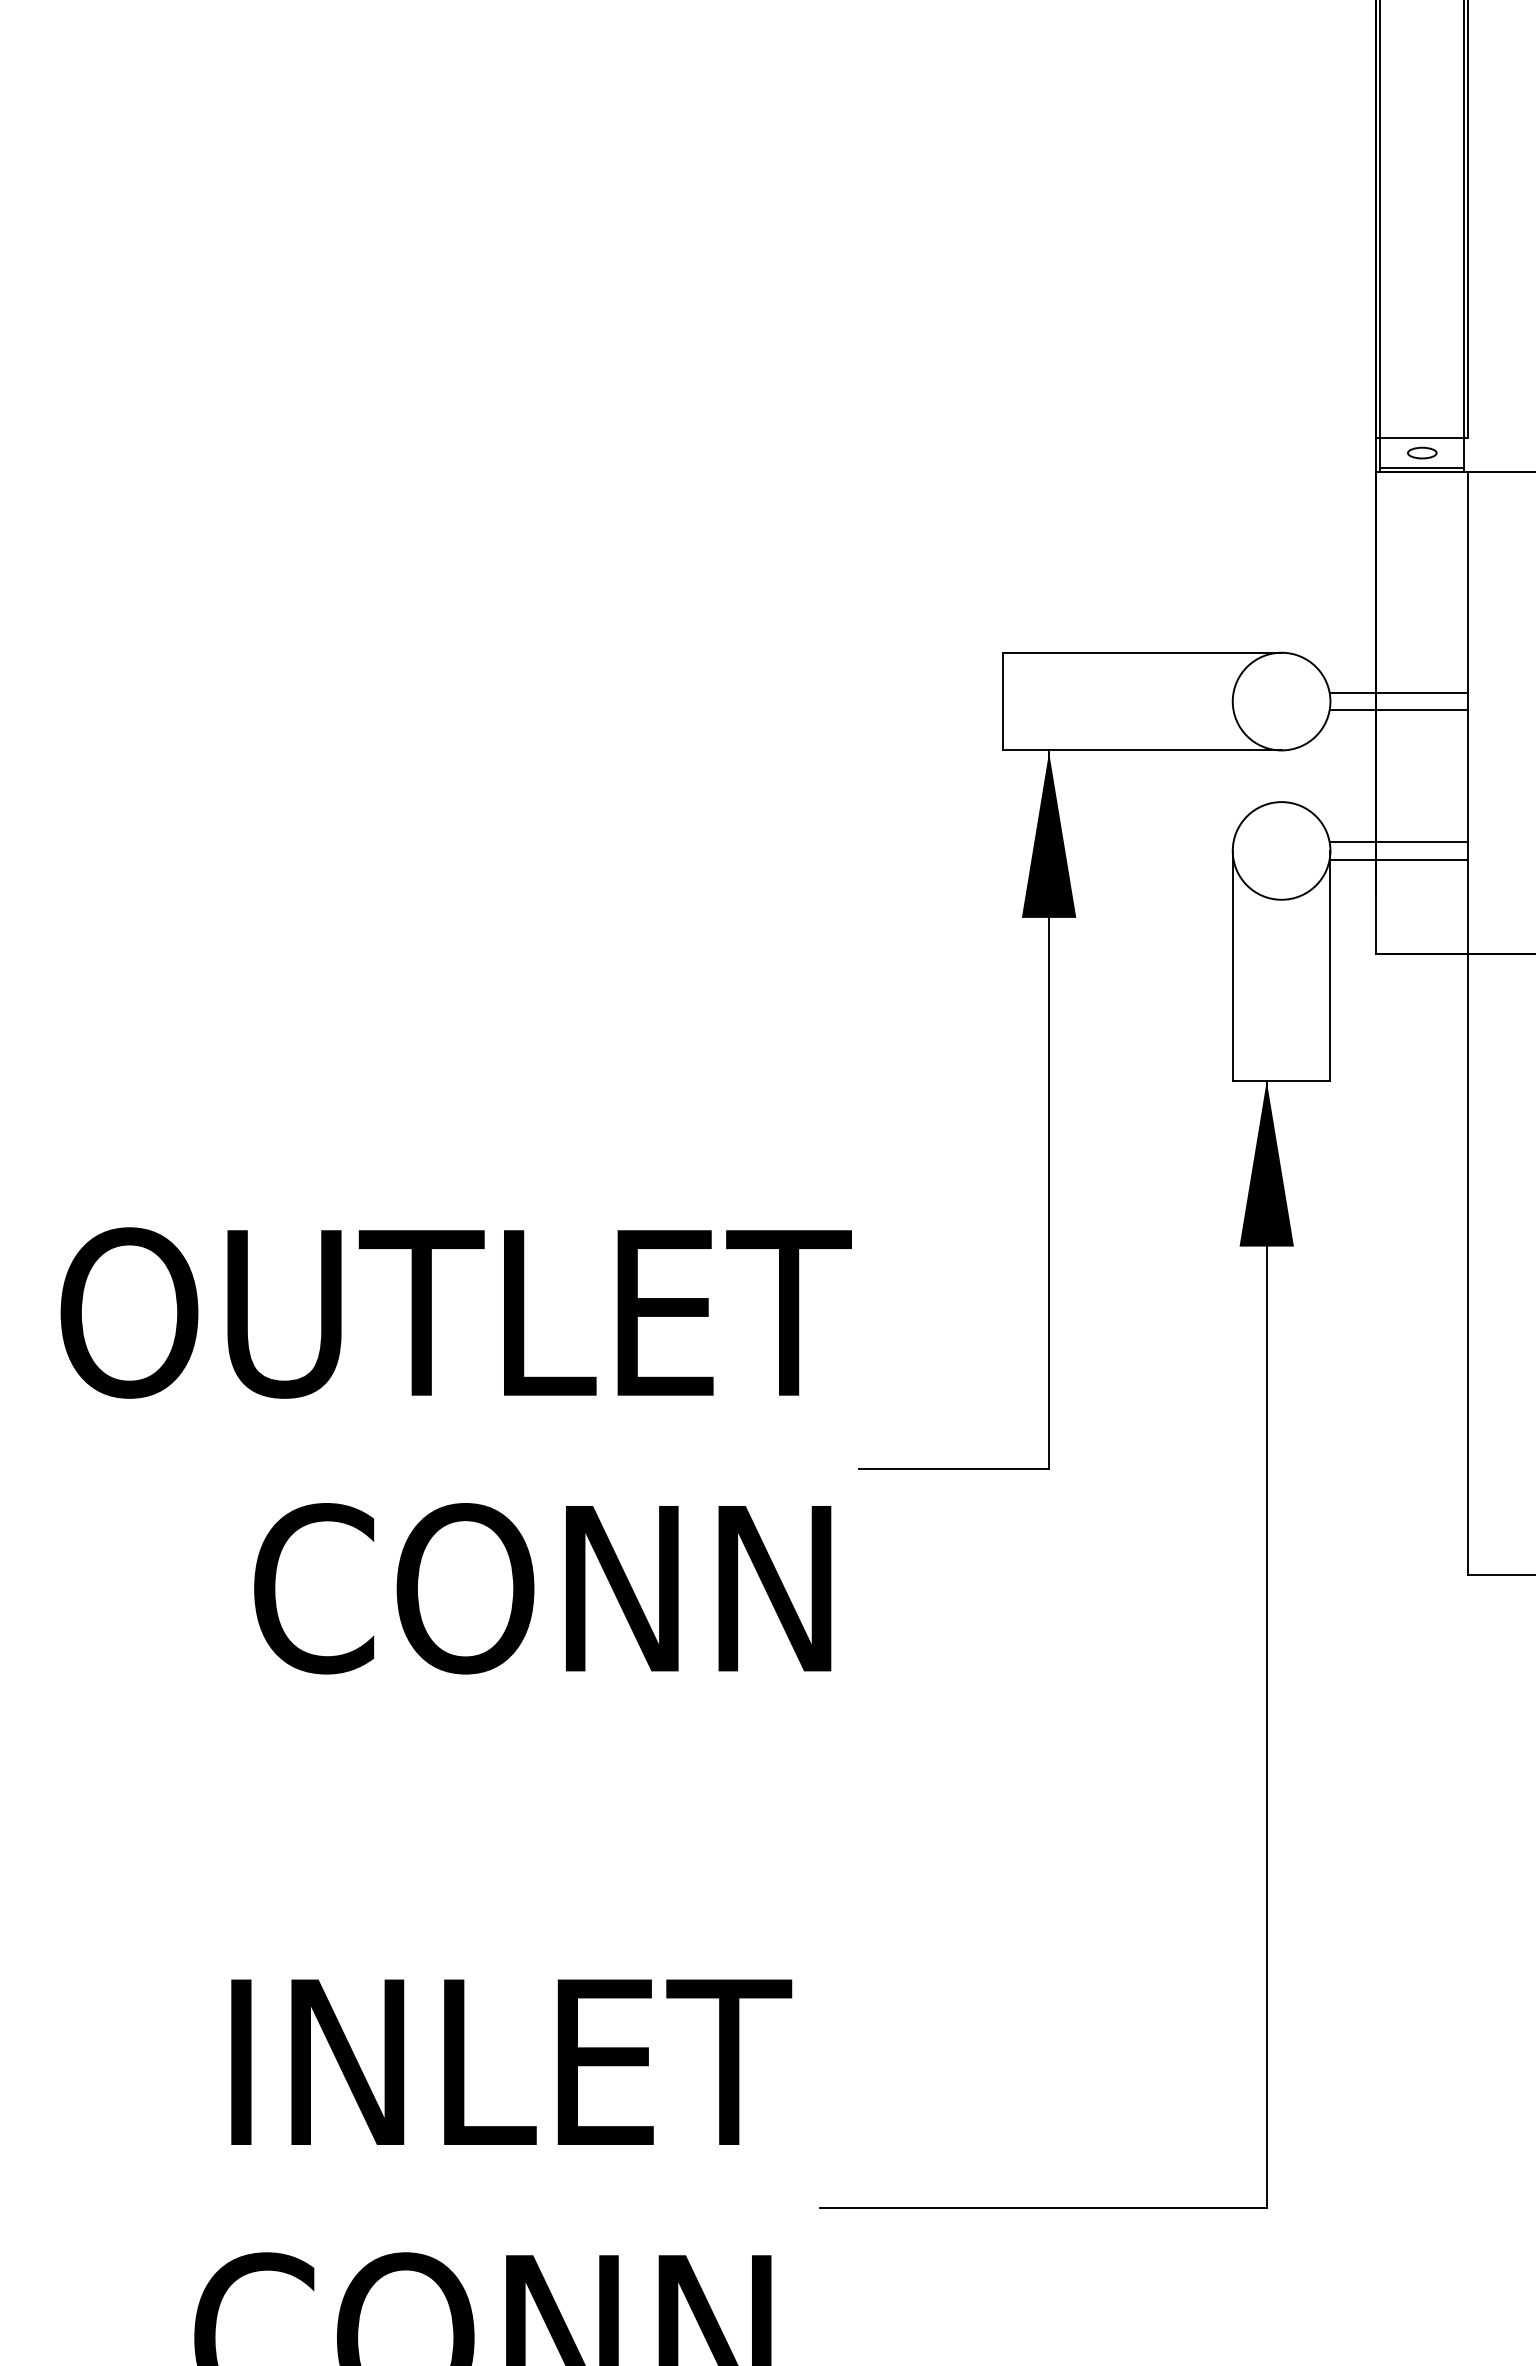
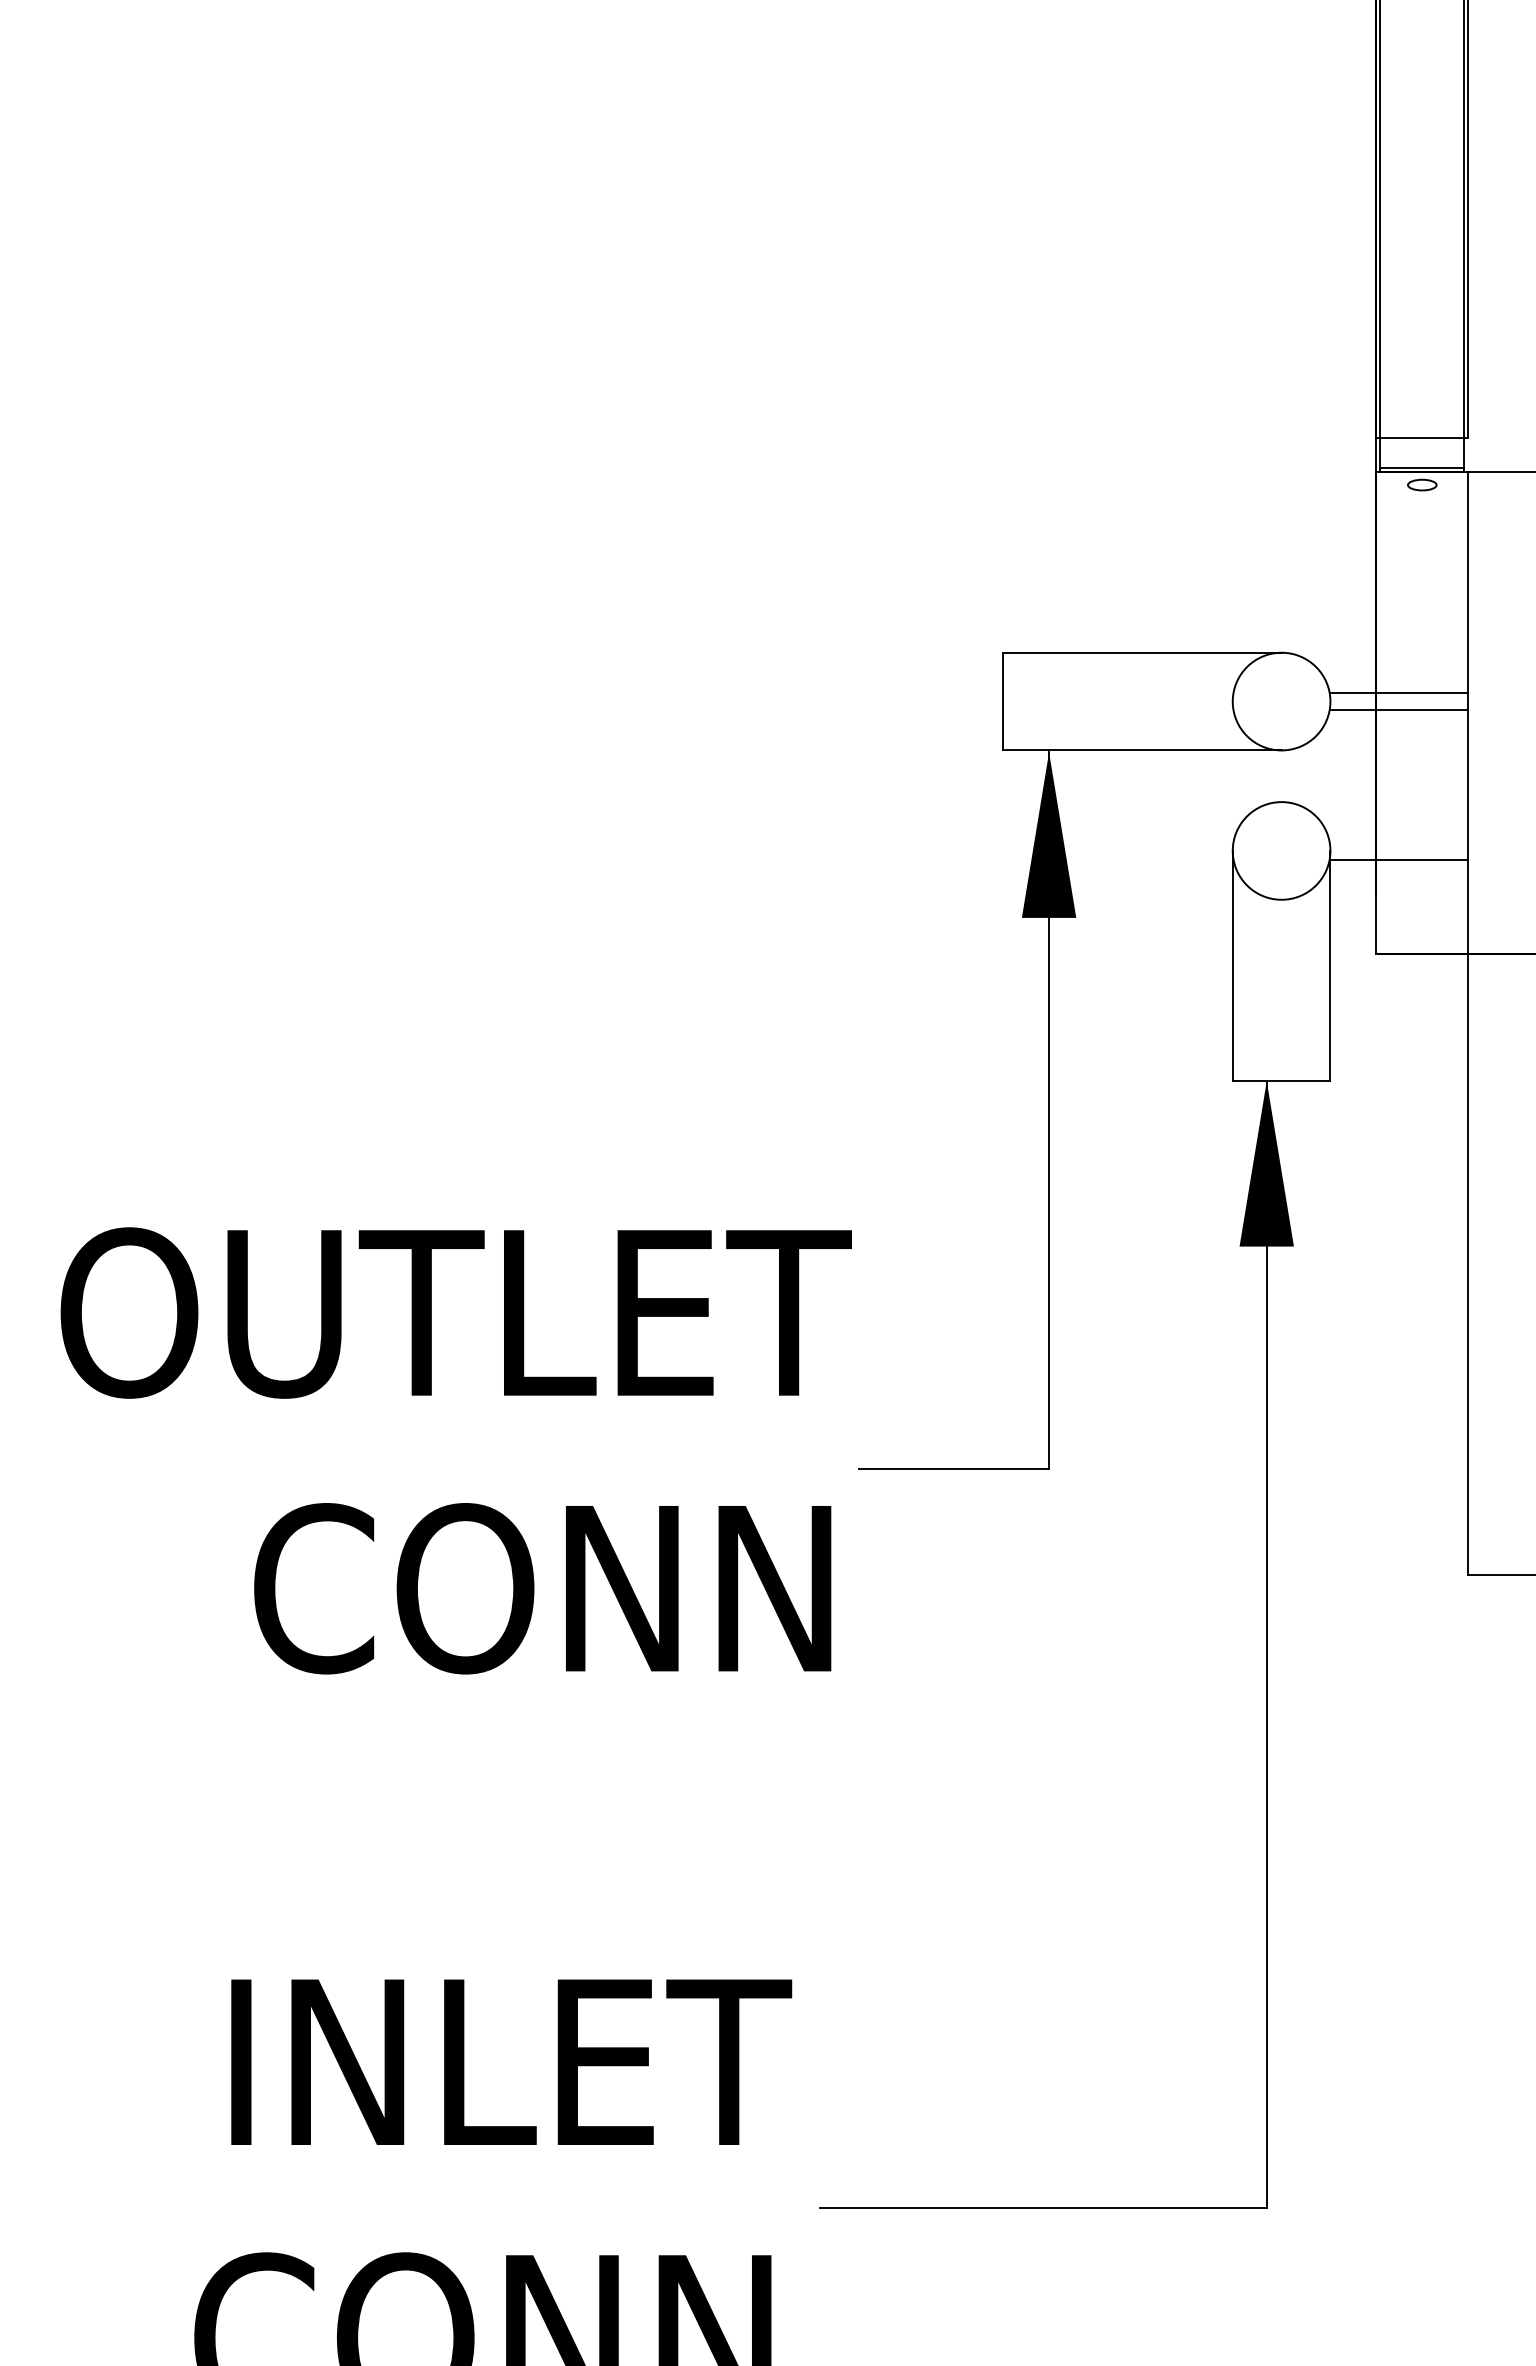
part at (1422, 452) position: (1422, 452) -> (1422, 484)
line at (1398, 842): present -> none
